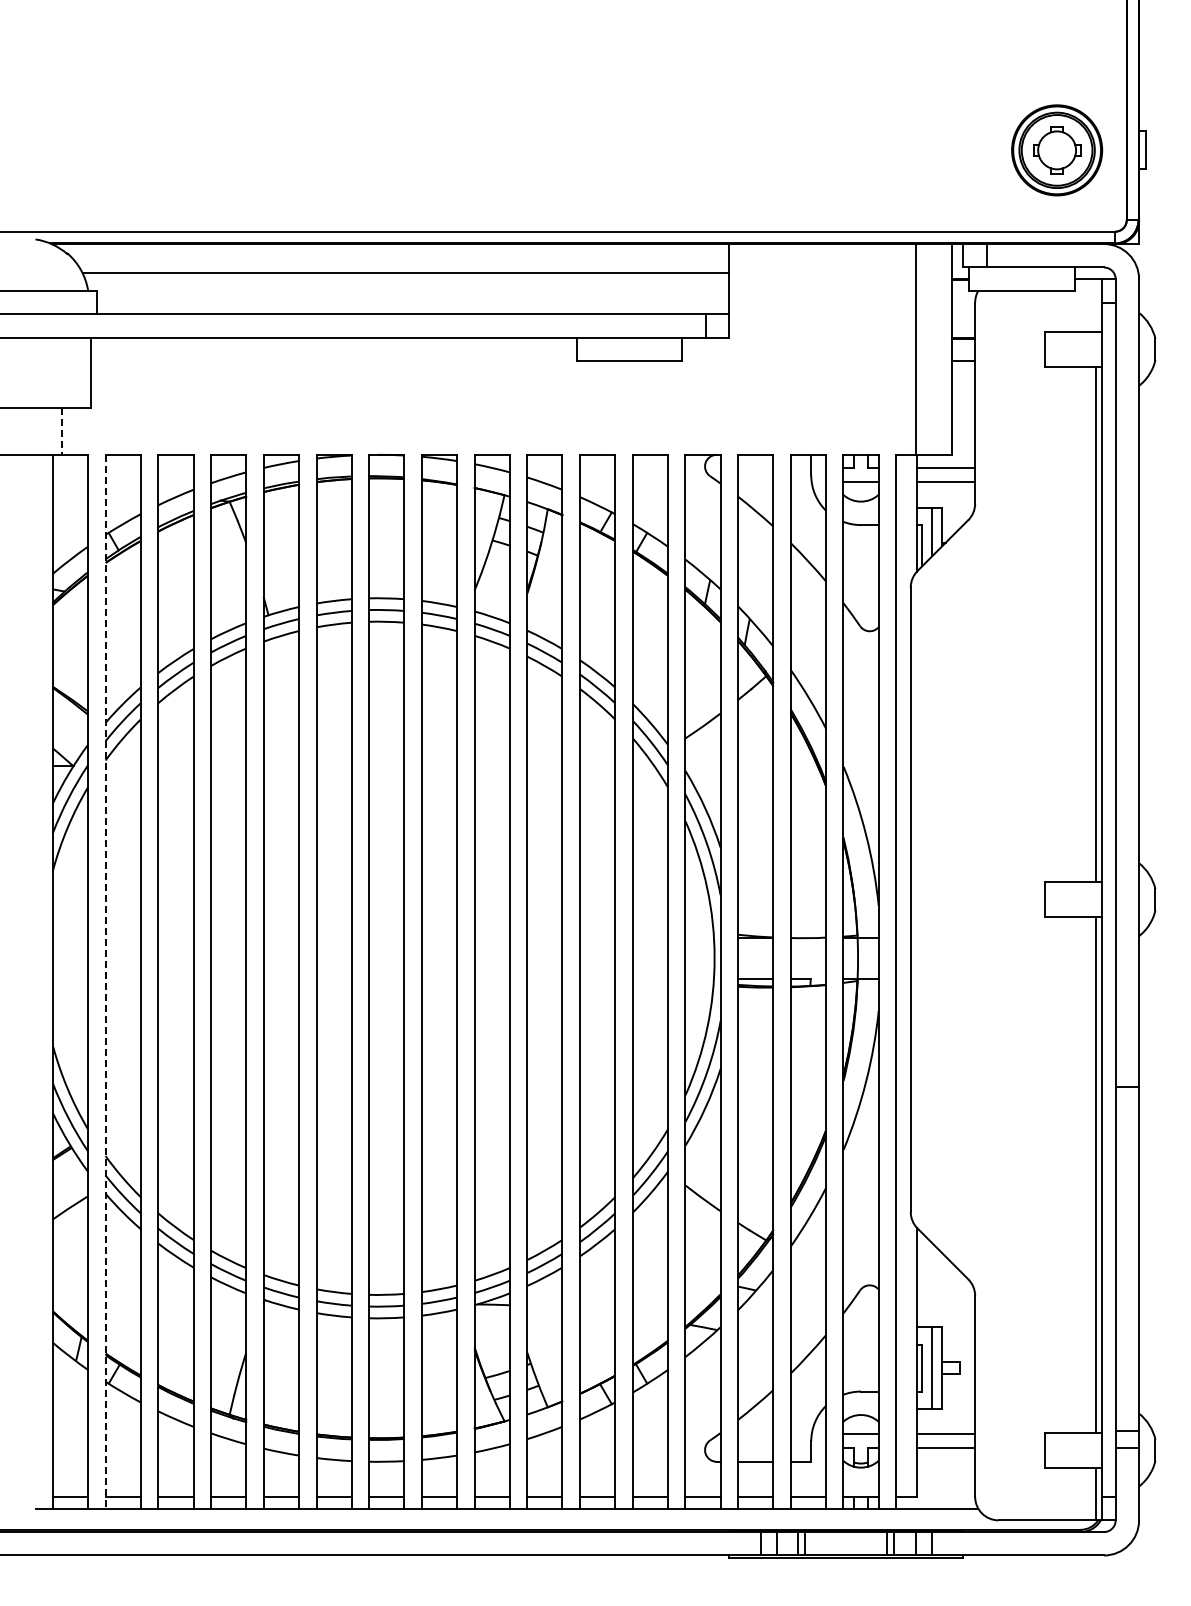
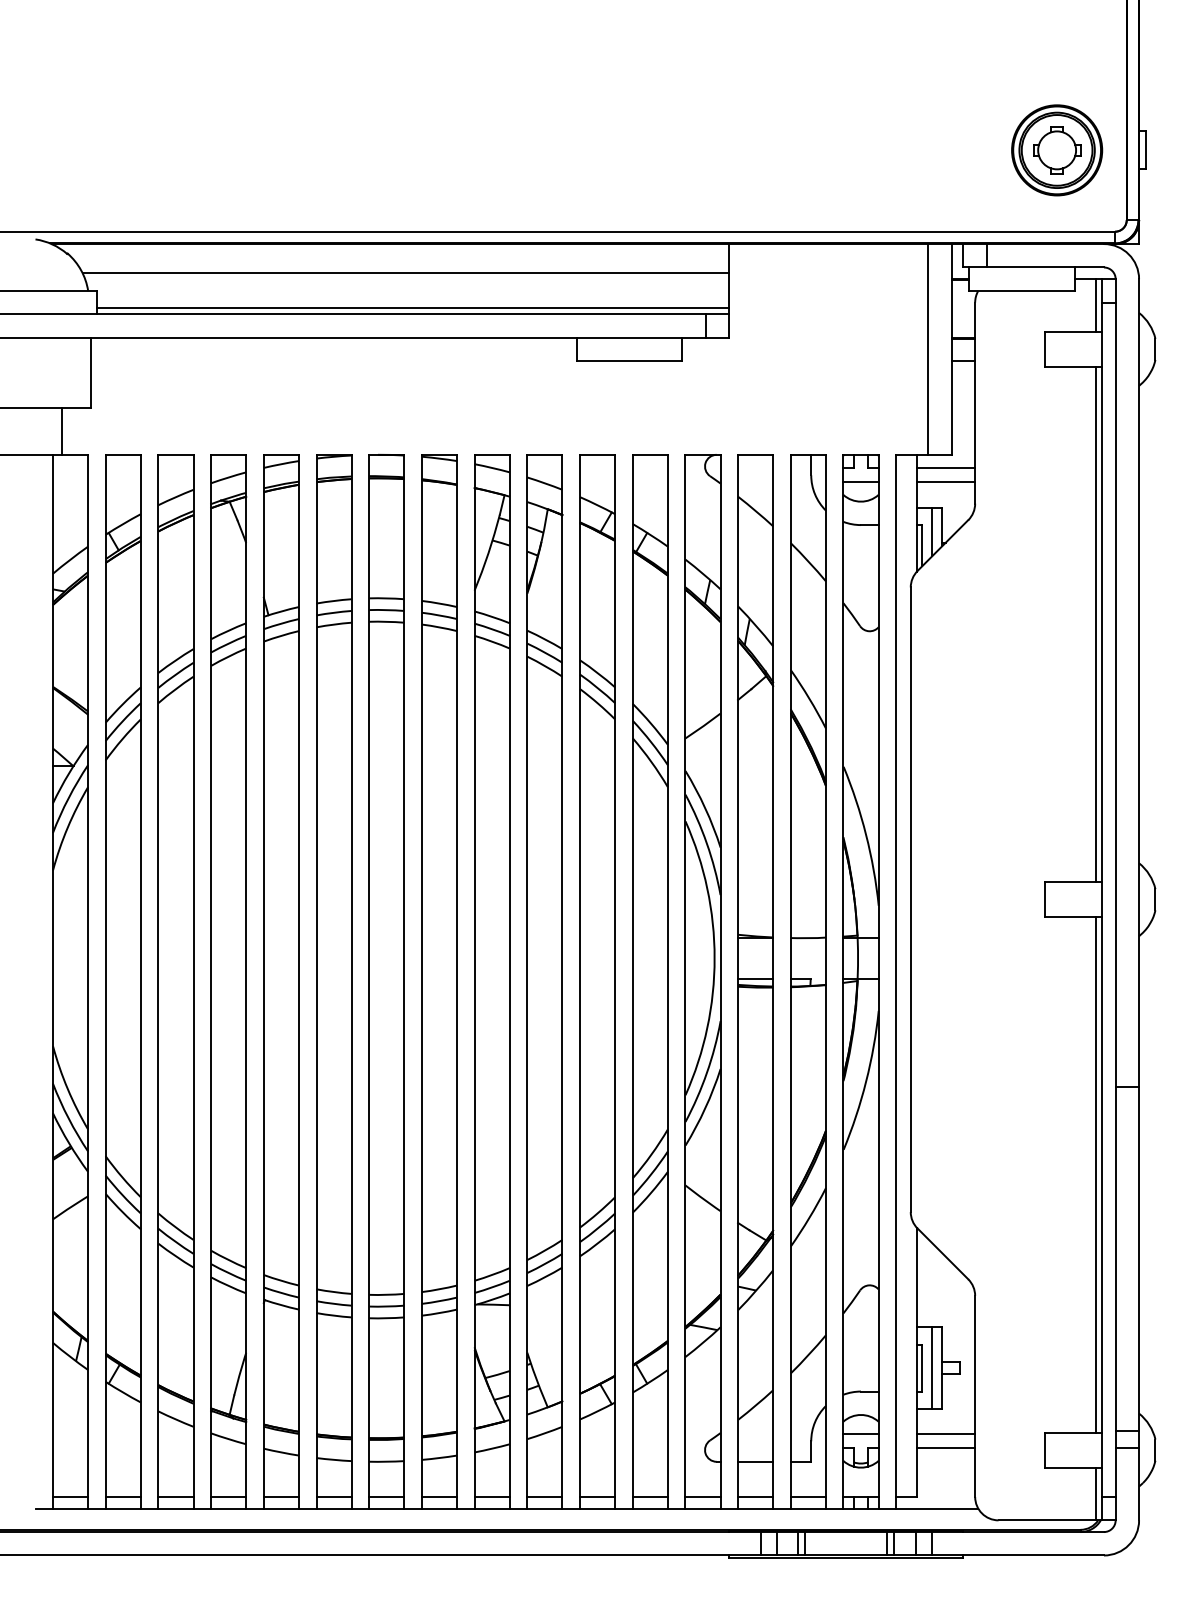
line at (1095, 305): none -> present
line at (412, 308): none -> present
line at (916, 349) position: (916, 349) -> (928, 349)
line at (61, 431): dashed -> solid
line at (105, 981): dashed -> solid
